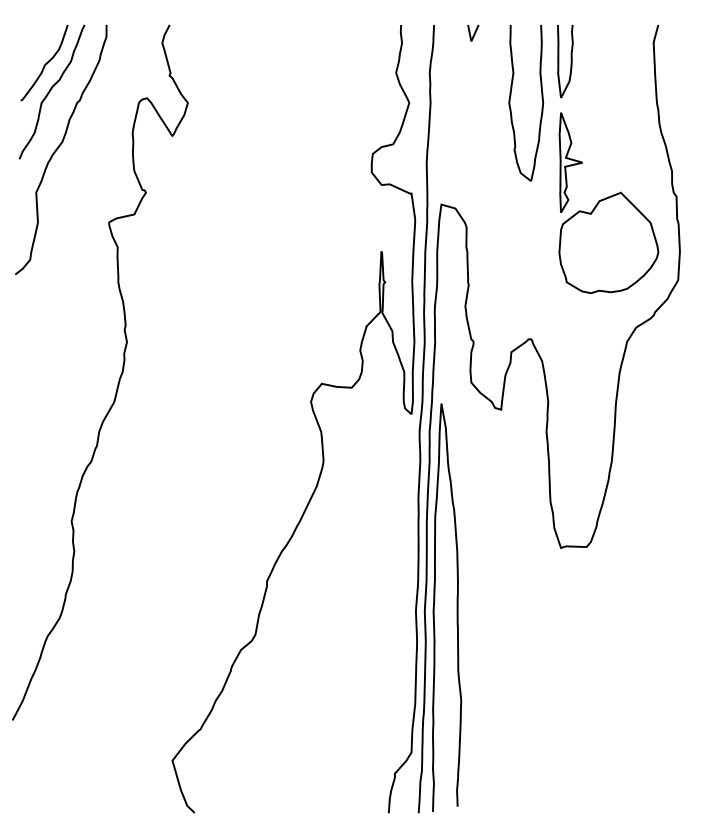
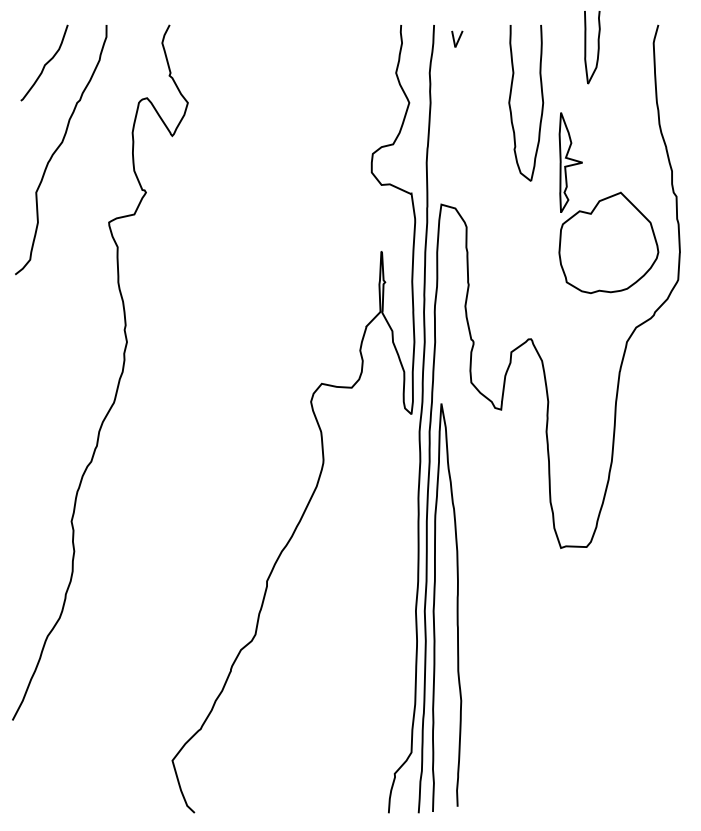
part at (473, 32) position: (473, 32) -> (457, 38)
part at (565, 61) position: (565, 61) -> (592, 47)
curve at (51, 90): present -> none
